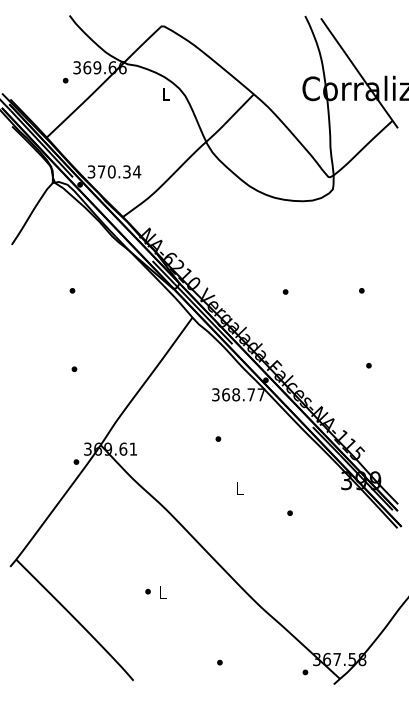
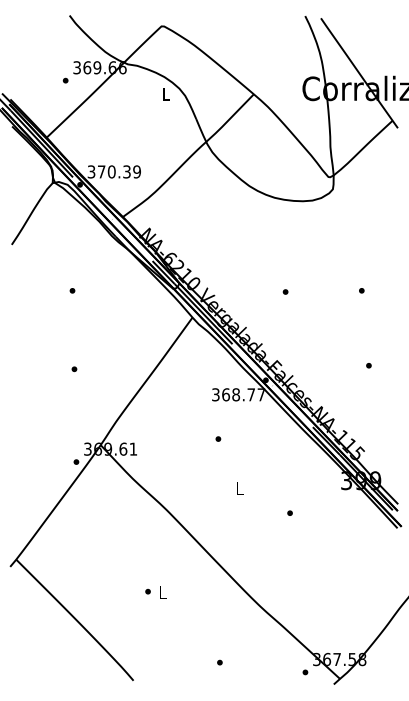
text at (136, 171): 370.34 -> 370.39
